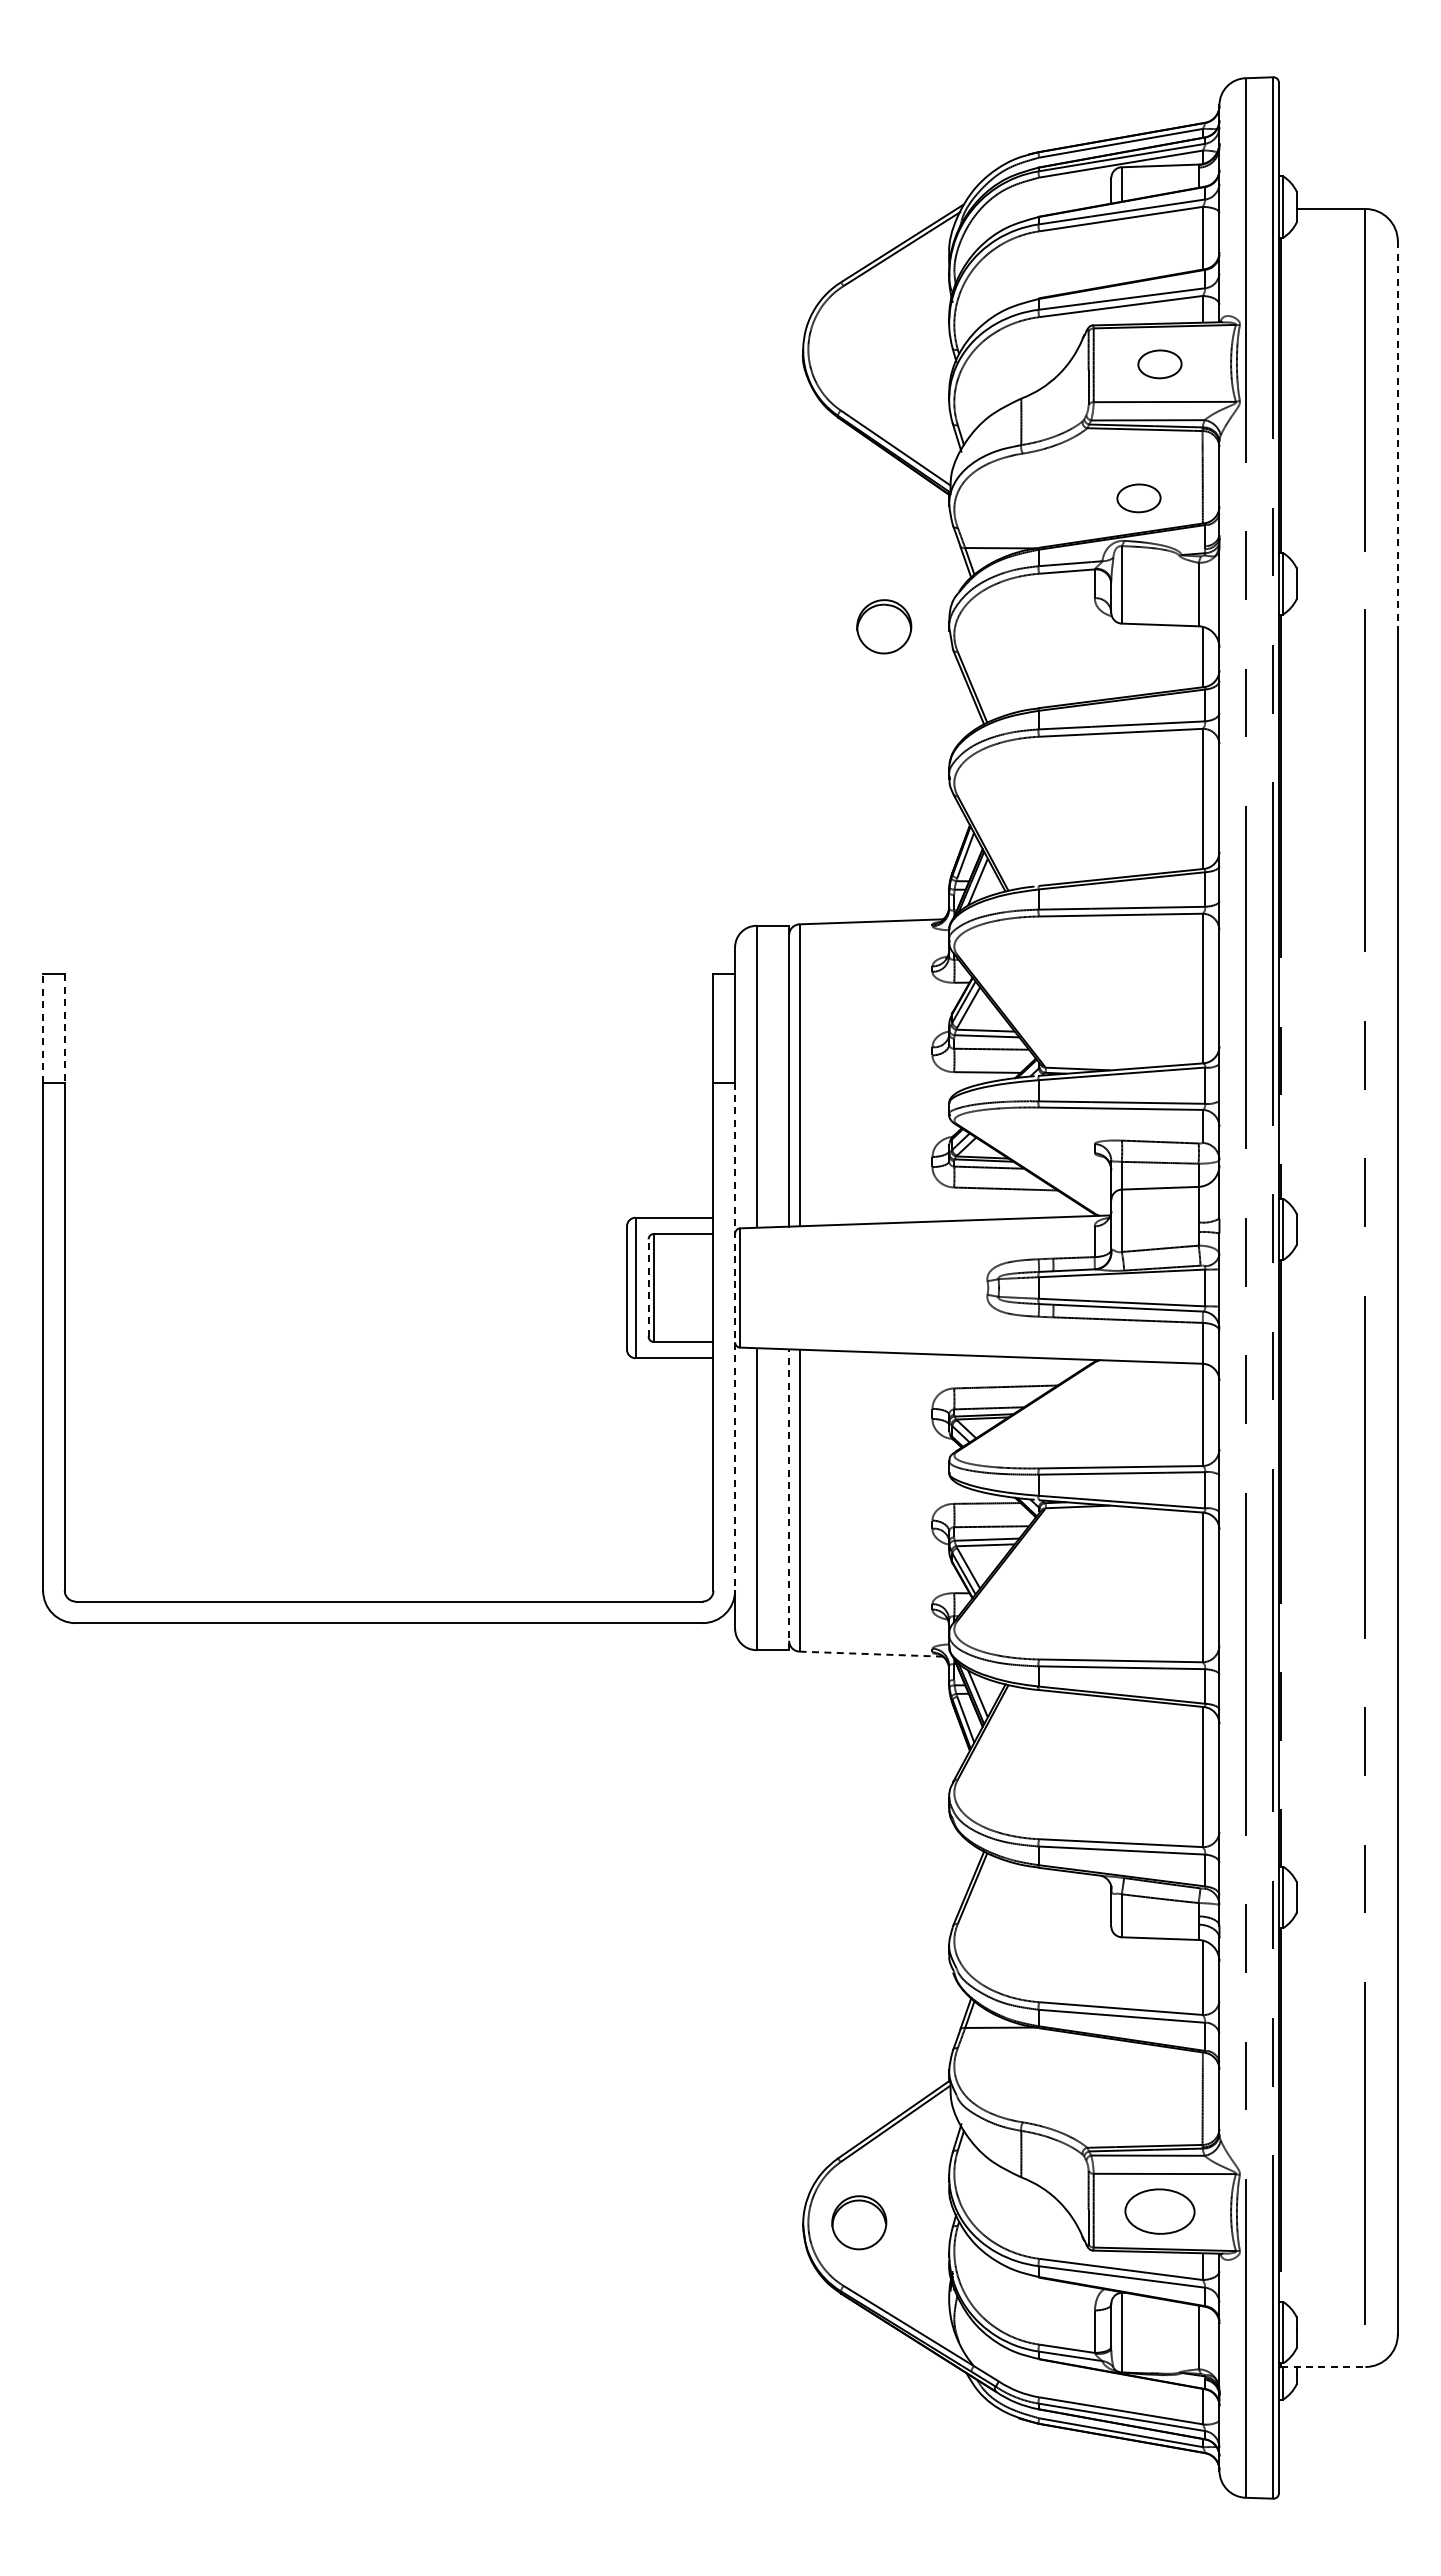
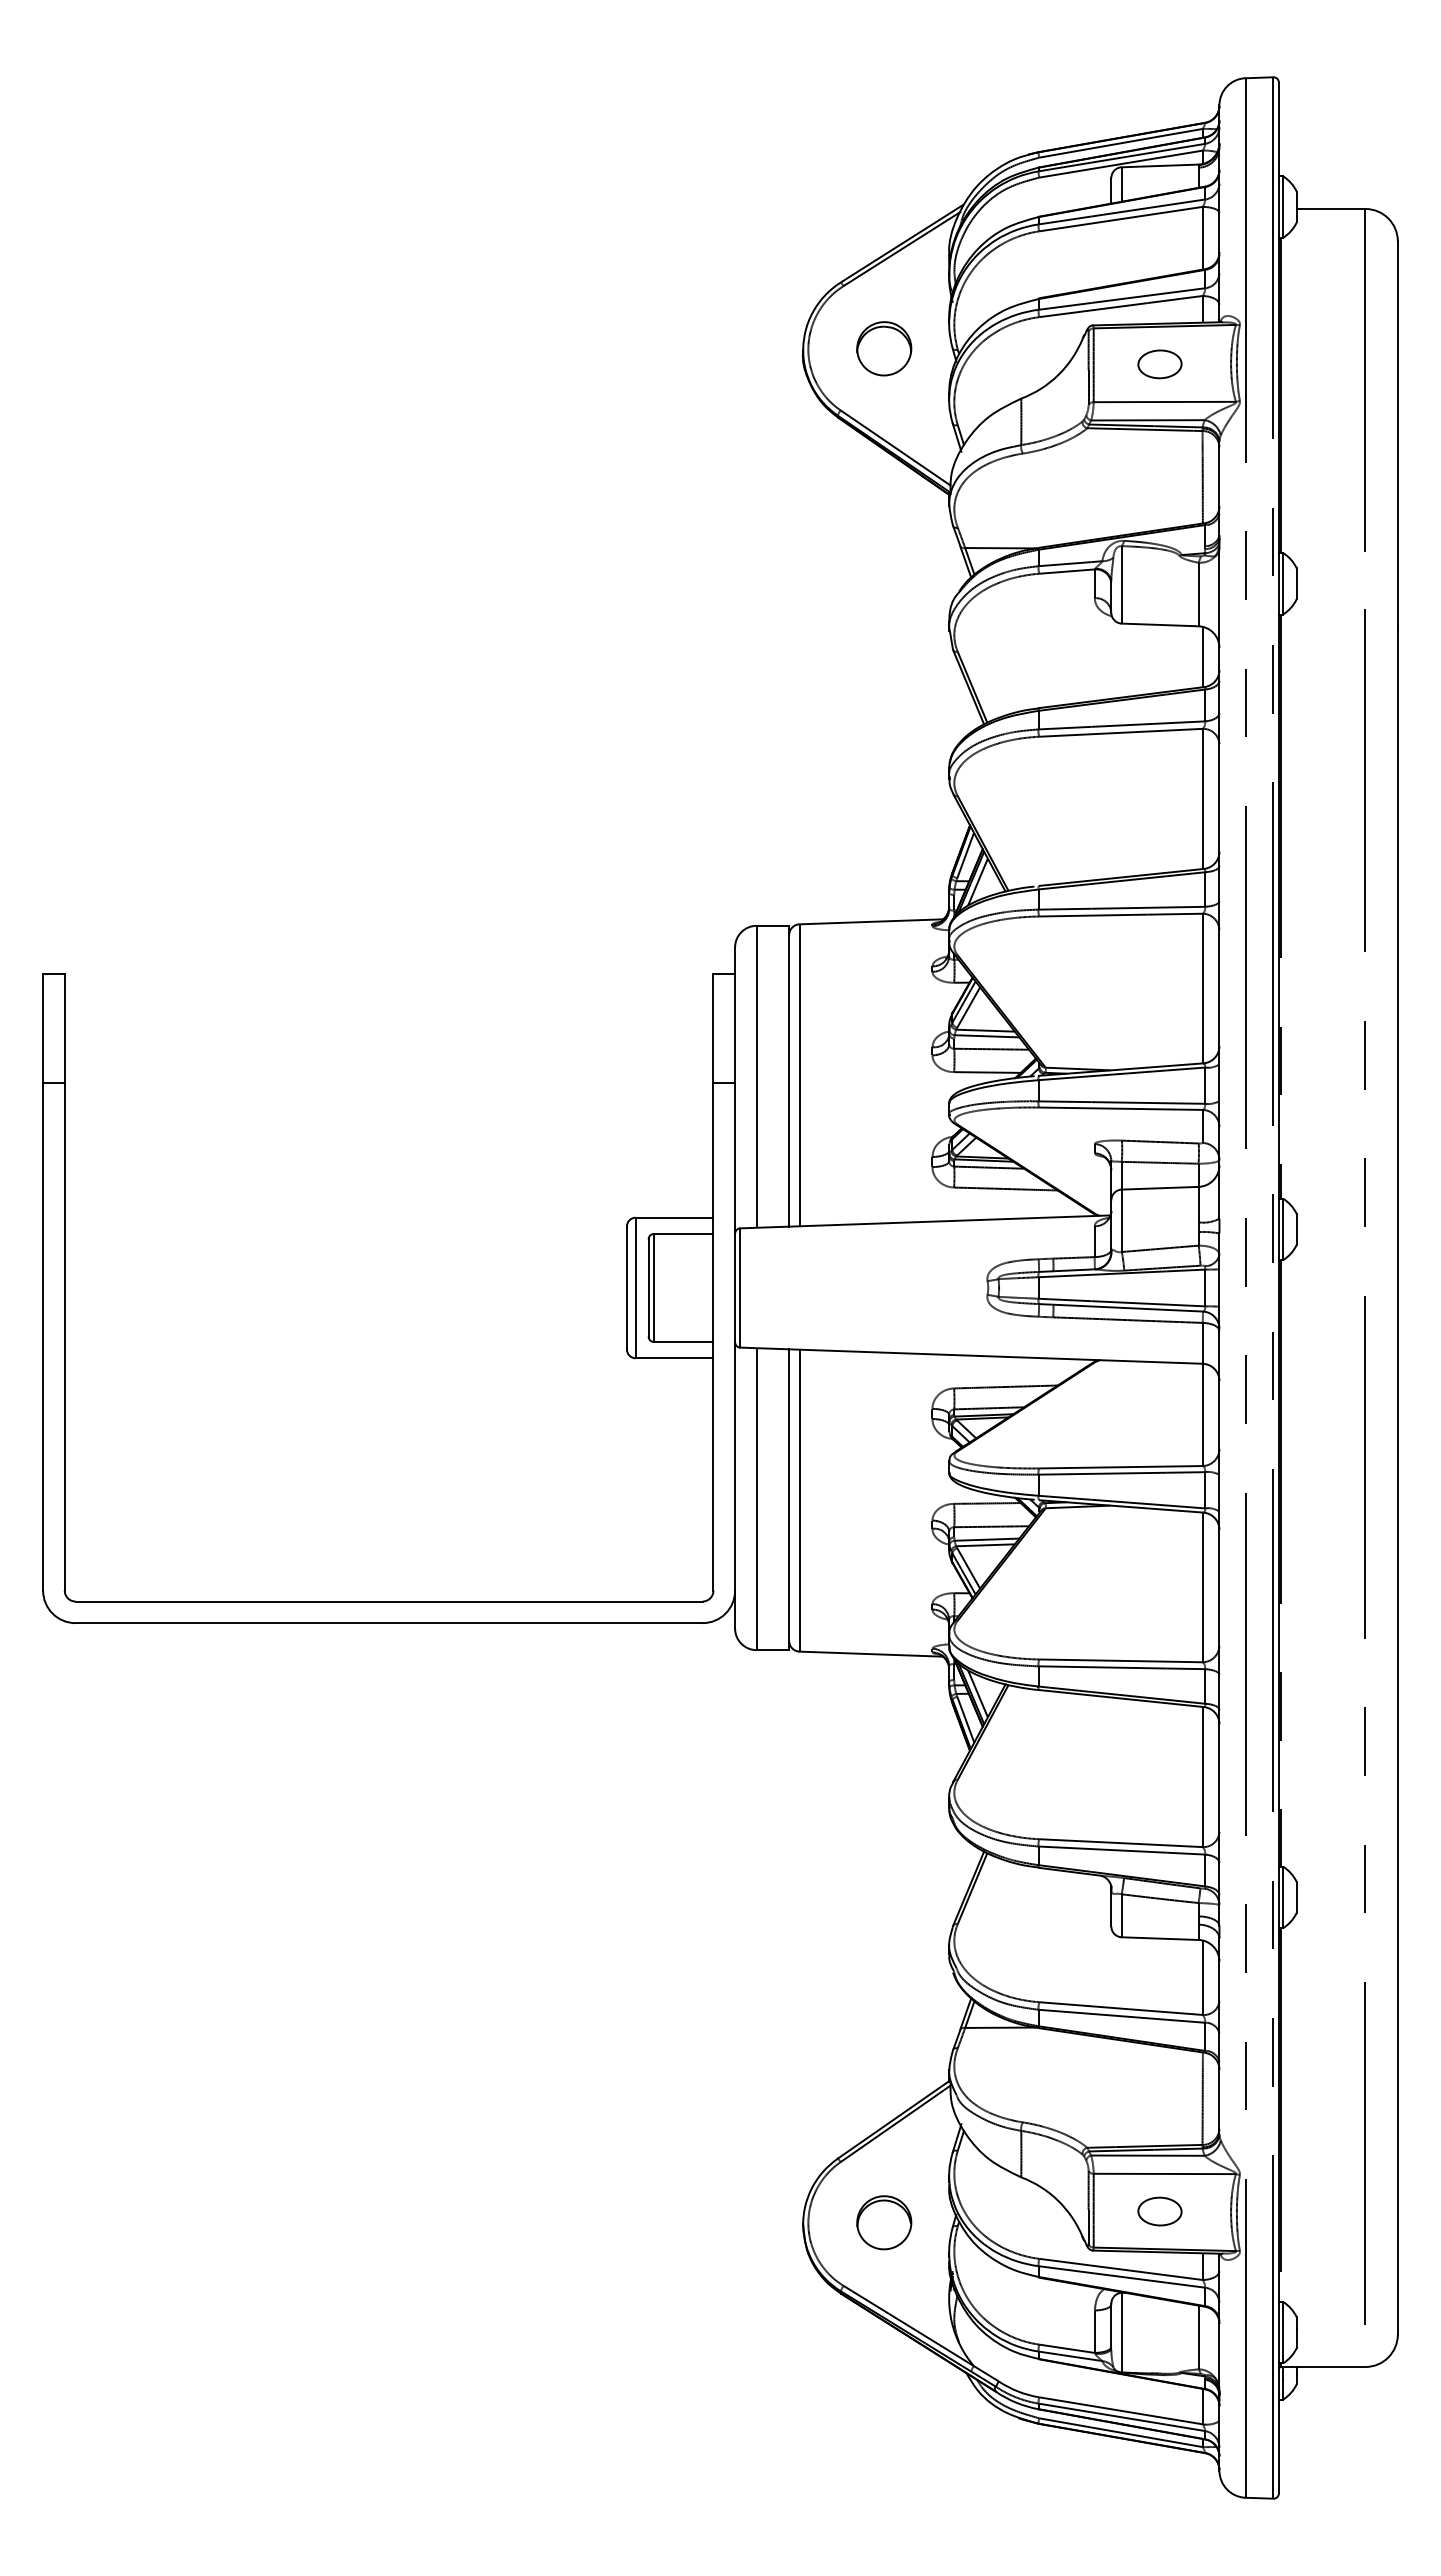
line at (1397, 435): dashed -> solid
part at (1138, 498): present -> none
part at (884, 626) position: (884, 626) -> (884, 348)
line at (43, 1028): dashed -> solid
line at (64, 1029): dashed -> solid
line at (648, 1287): dashed -> solid
line at (735, 1337): dashed -> solid
line at (789, 1499): dashed -> solid
line at (871, 1654): dashed -> solid
part at (1159, 2211) size: 72x47 px -> 46x31 px
part at (859, 2222) position: (859, 2222) -> (884, 2222)
line at (1323, 2367): dashed -> solid
